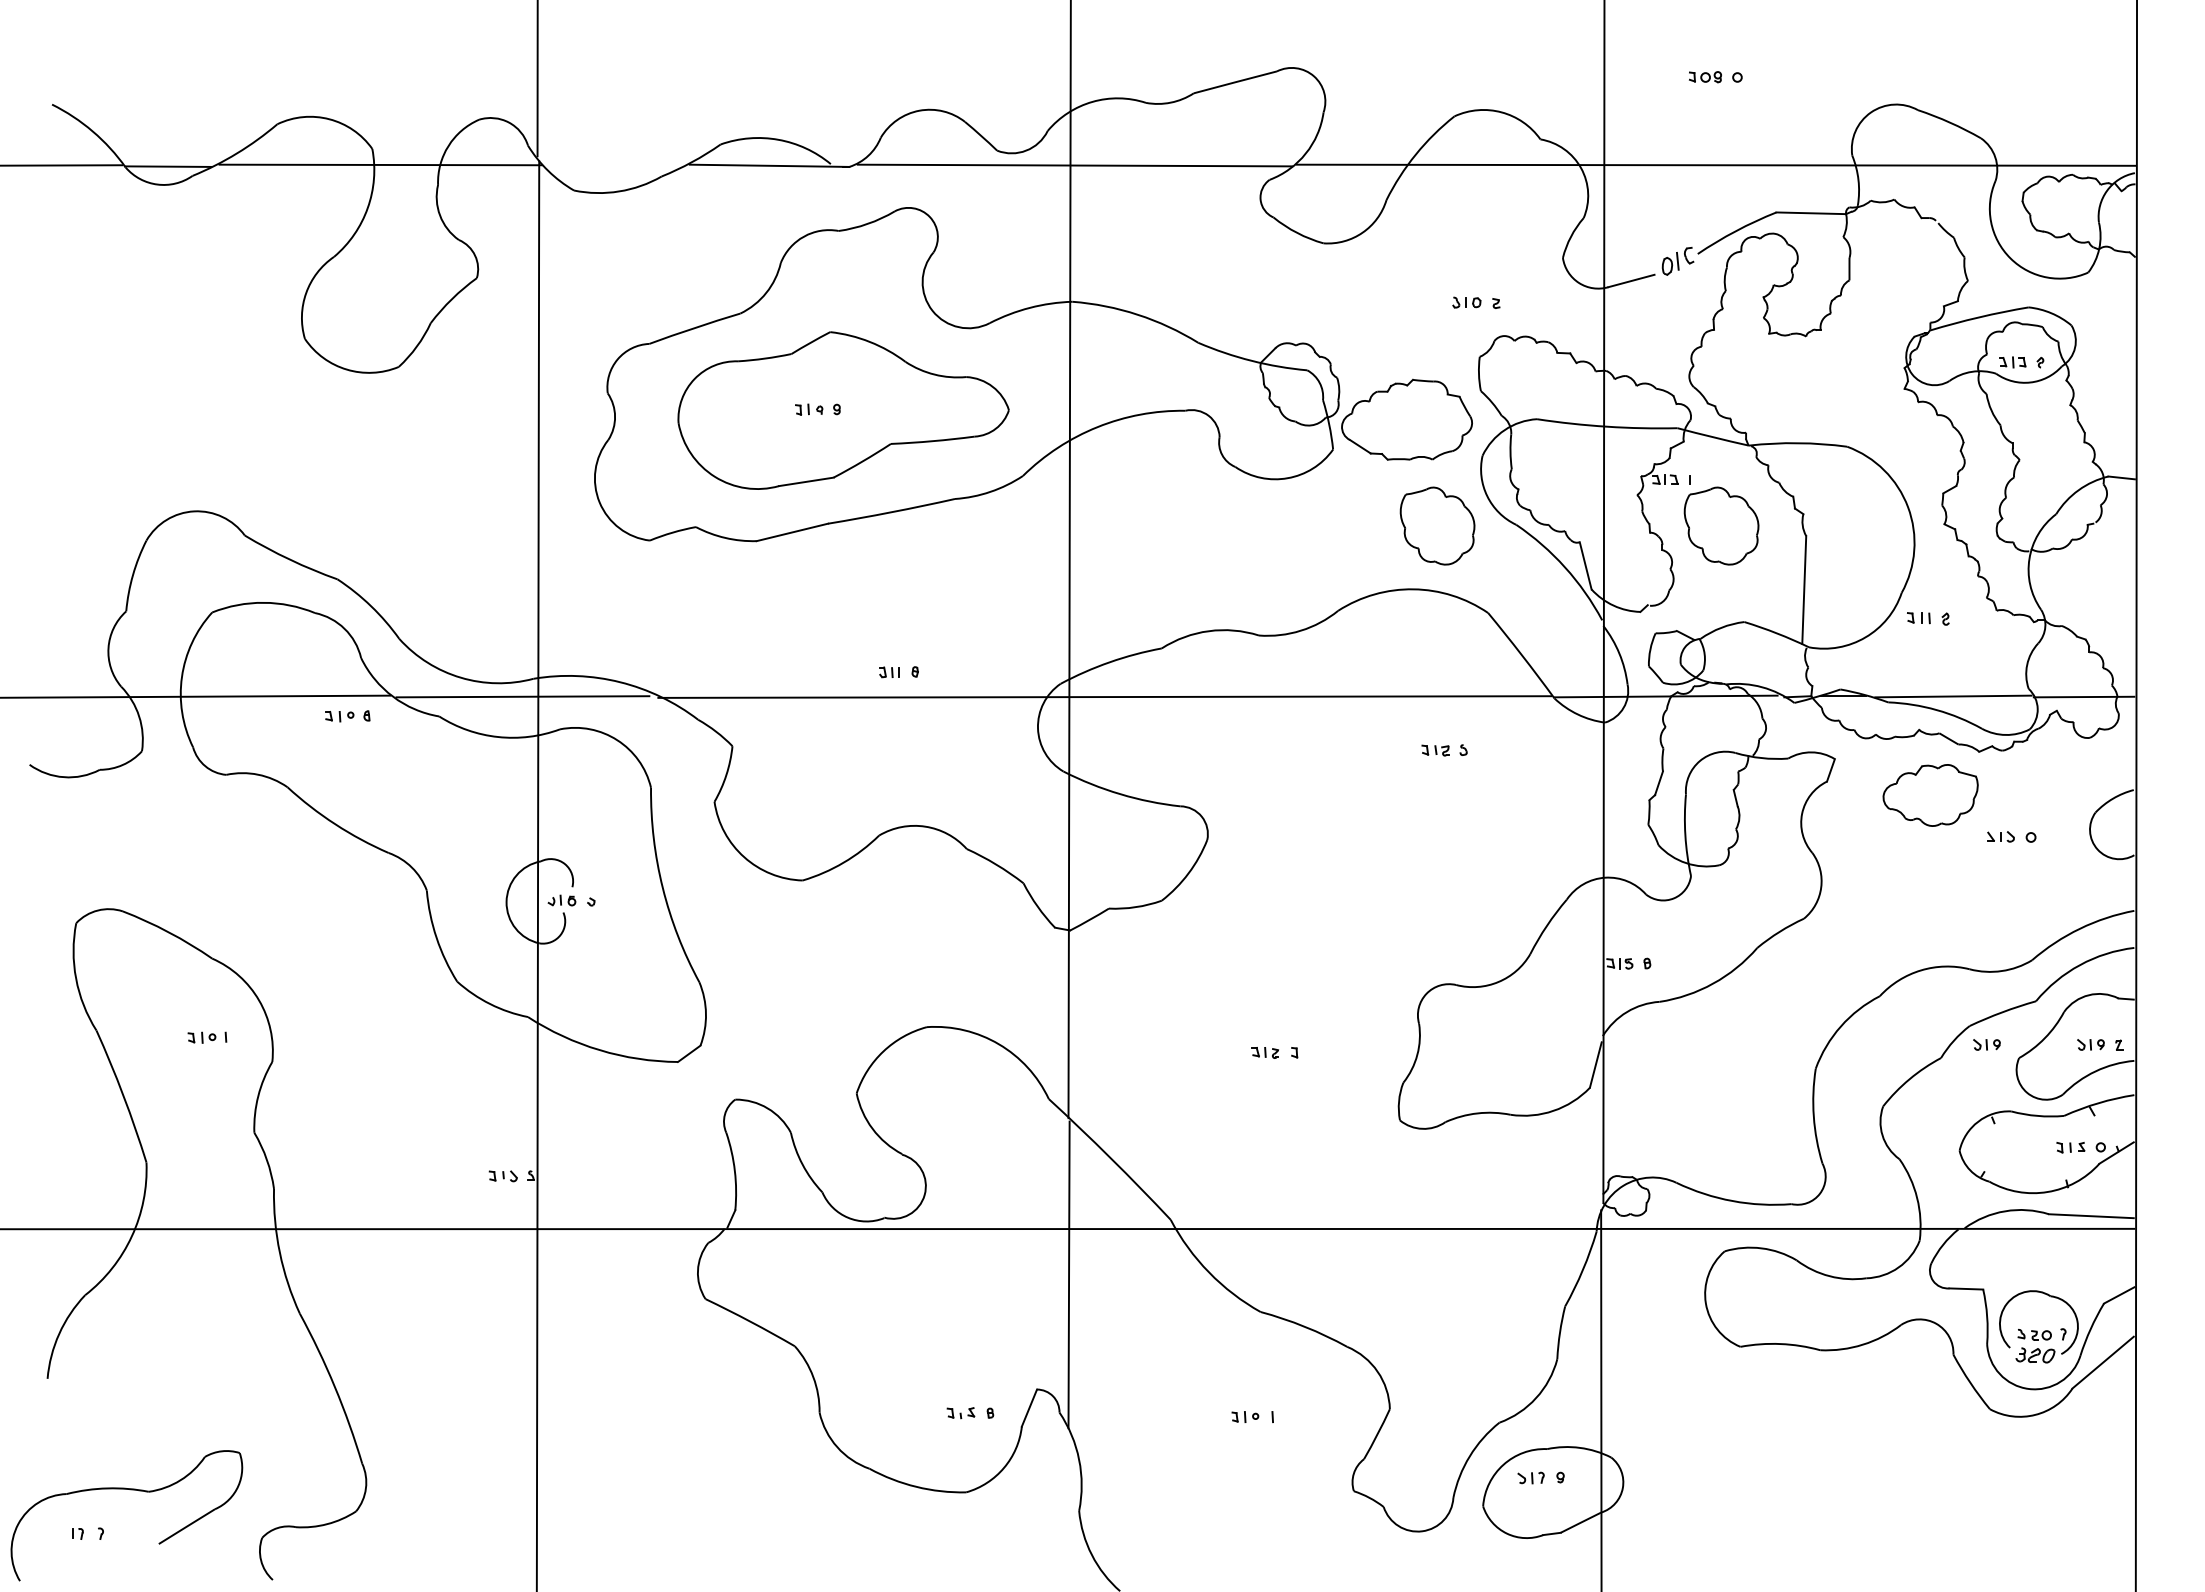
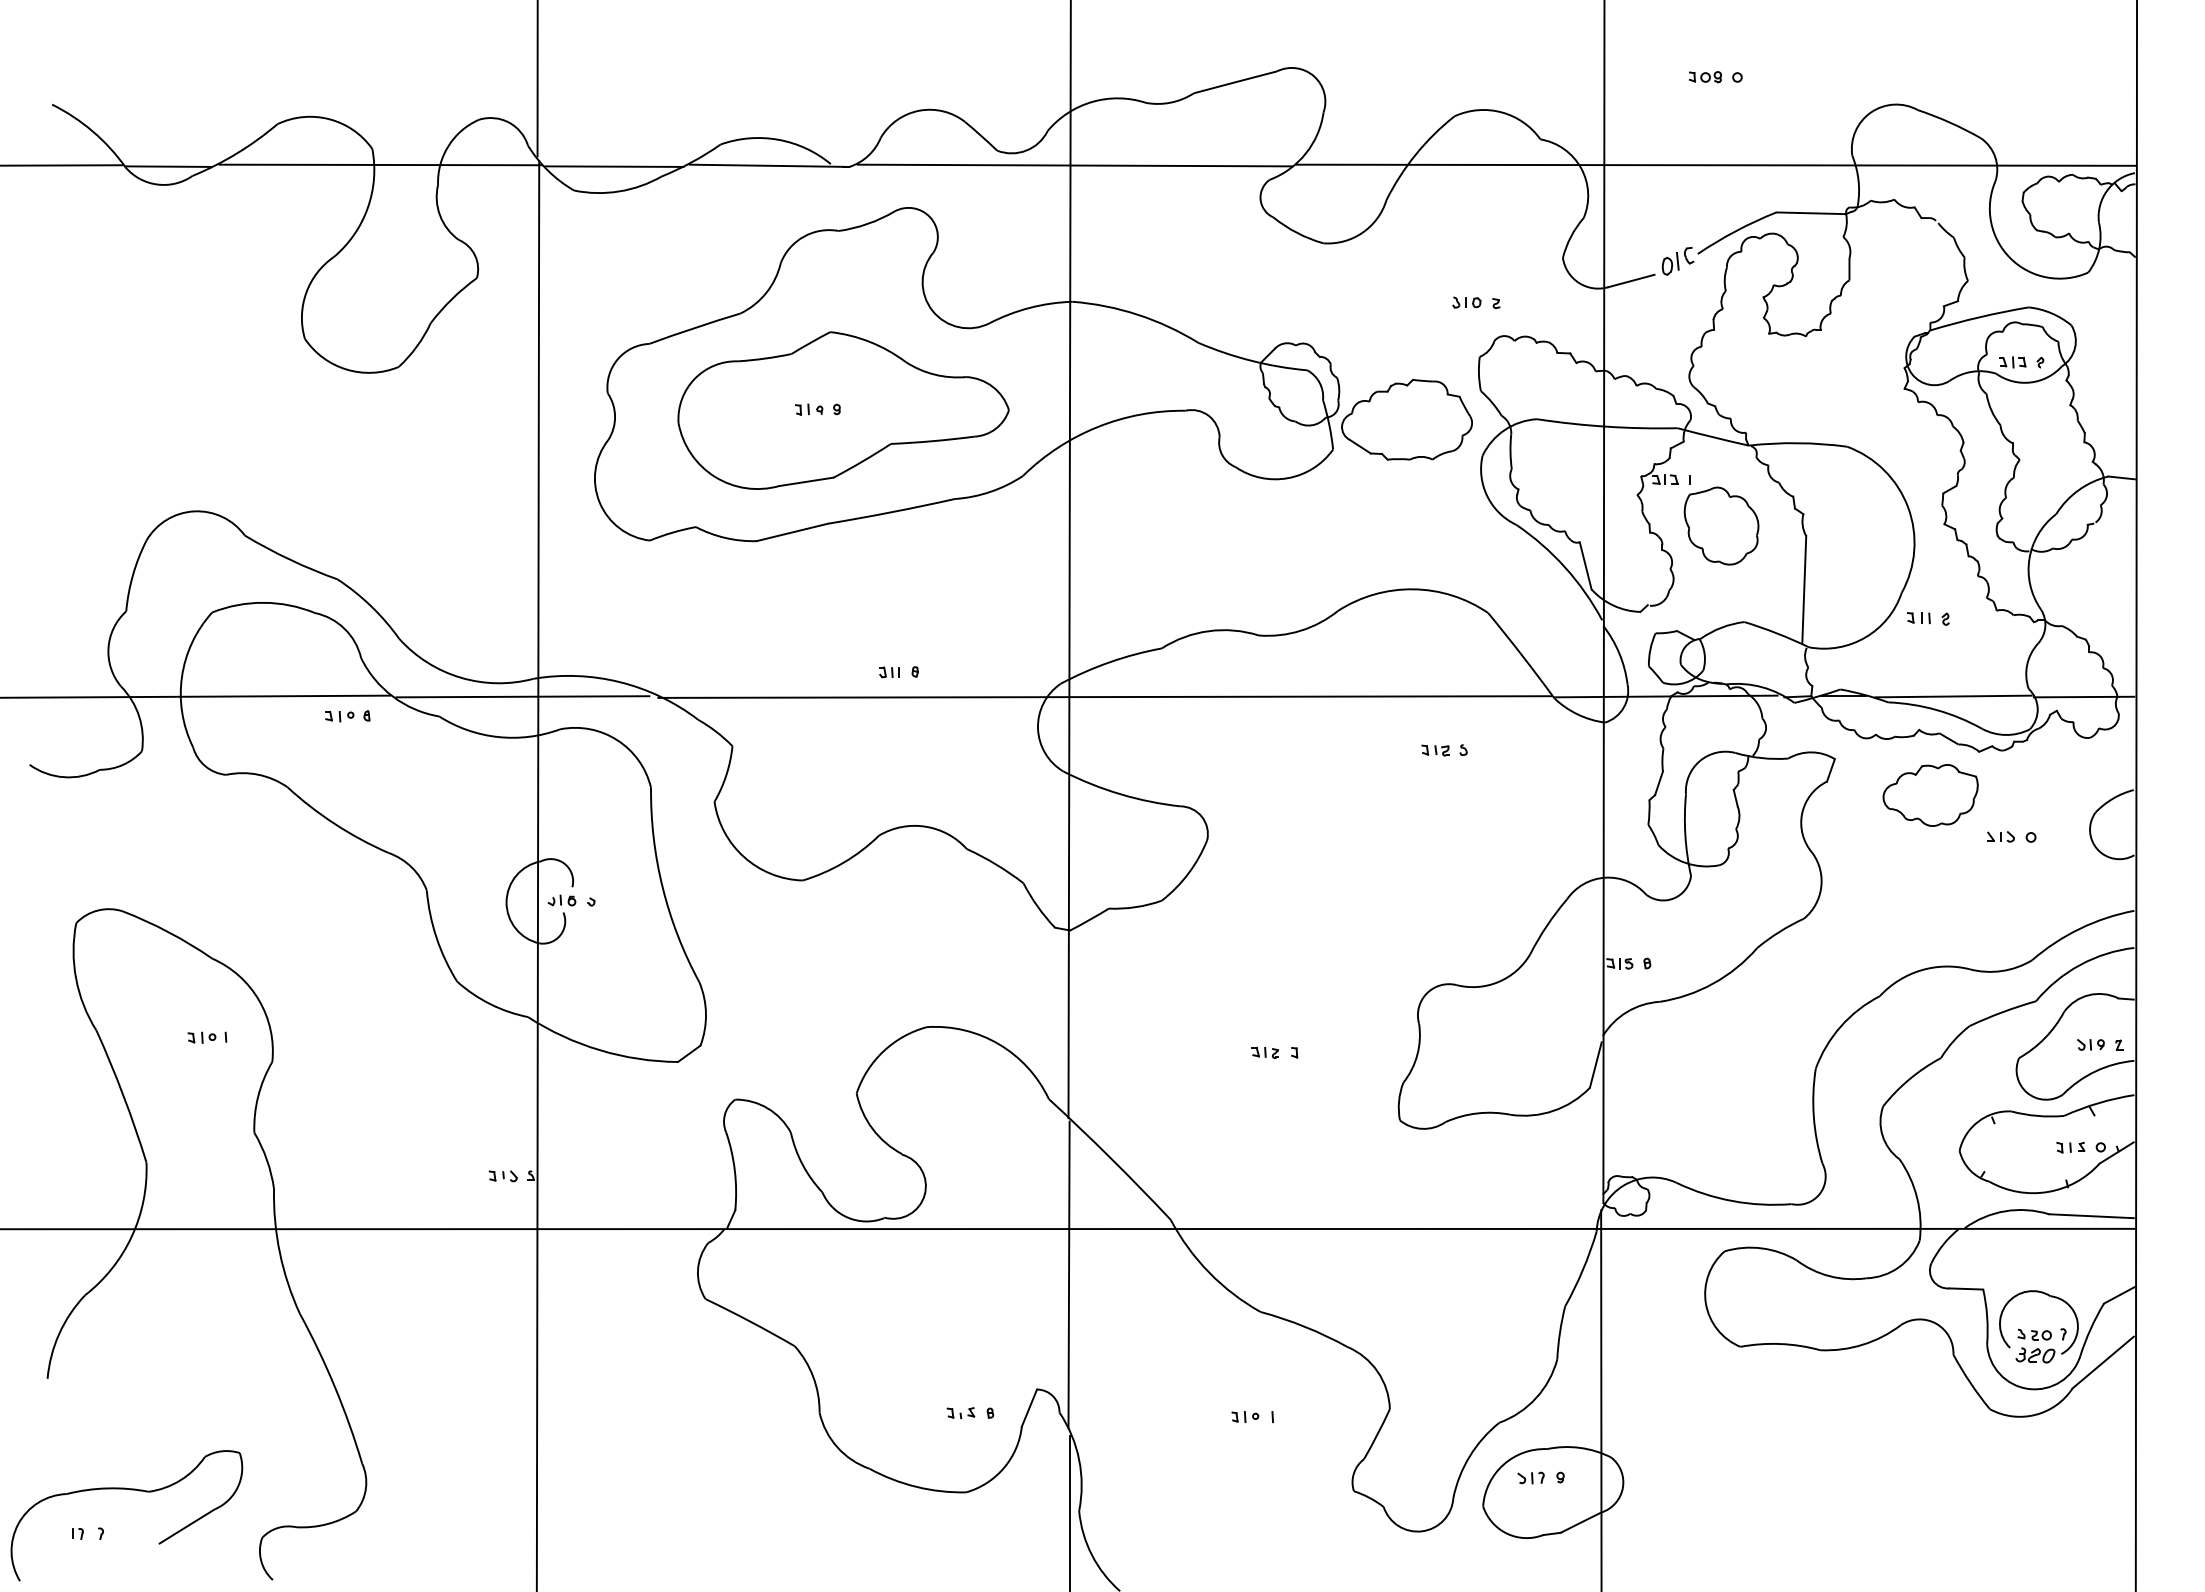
line at (614, 166): none -> present
part at (1437, 525): present -> none
part at (1986, 1044): present -> none
line at (1070, 1511): none -> present
